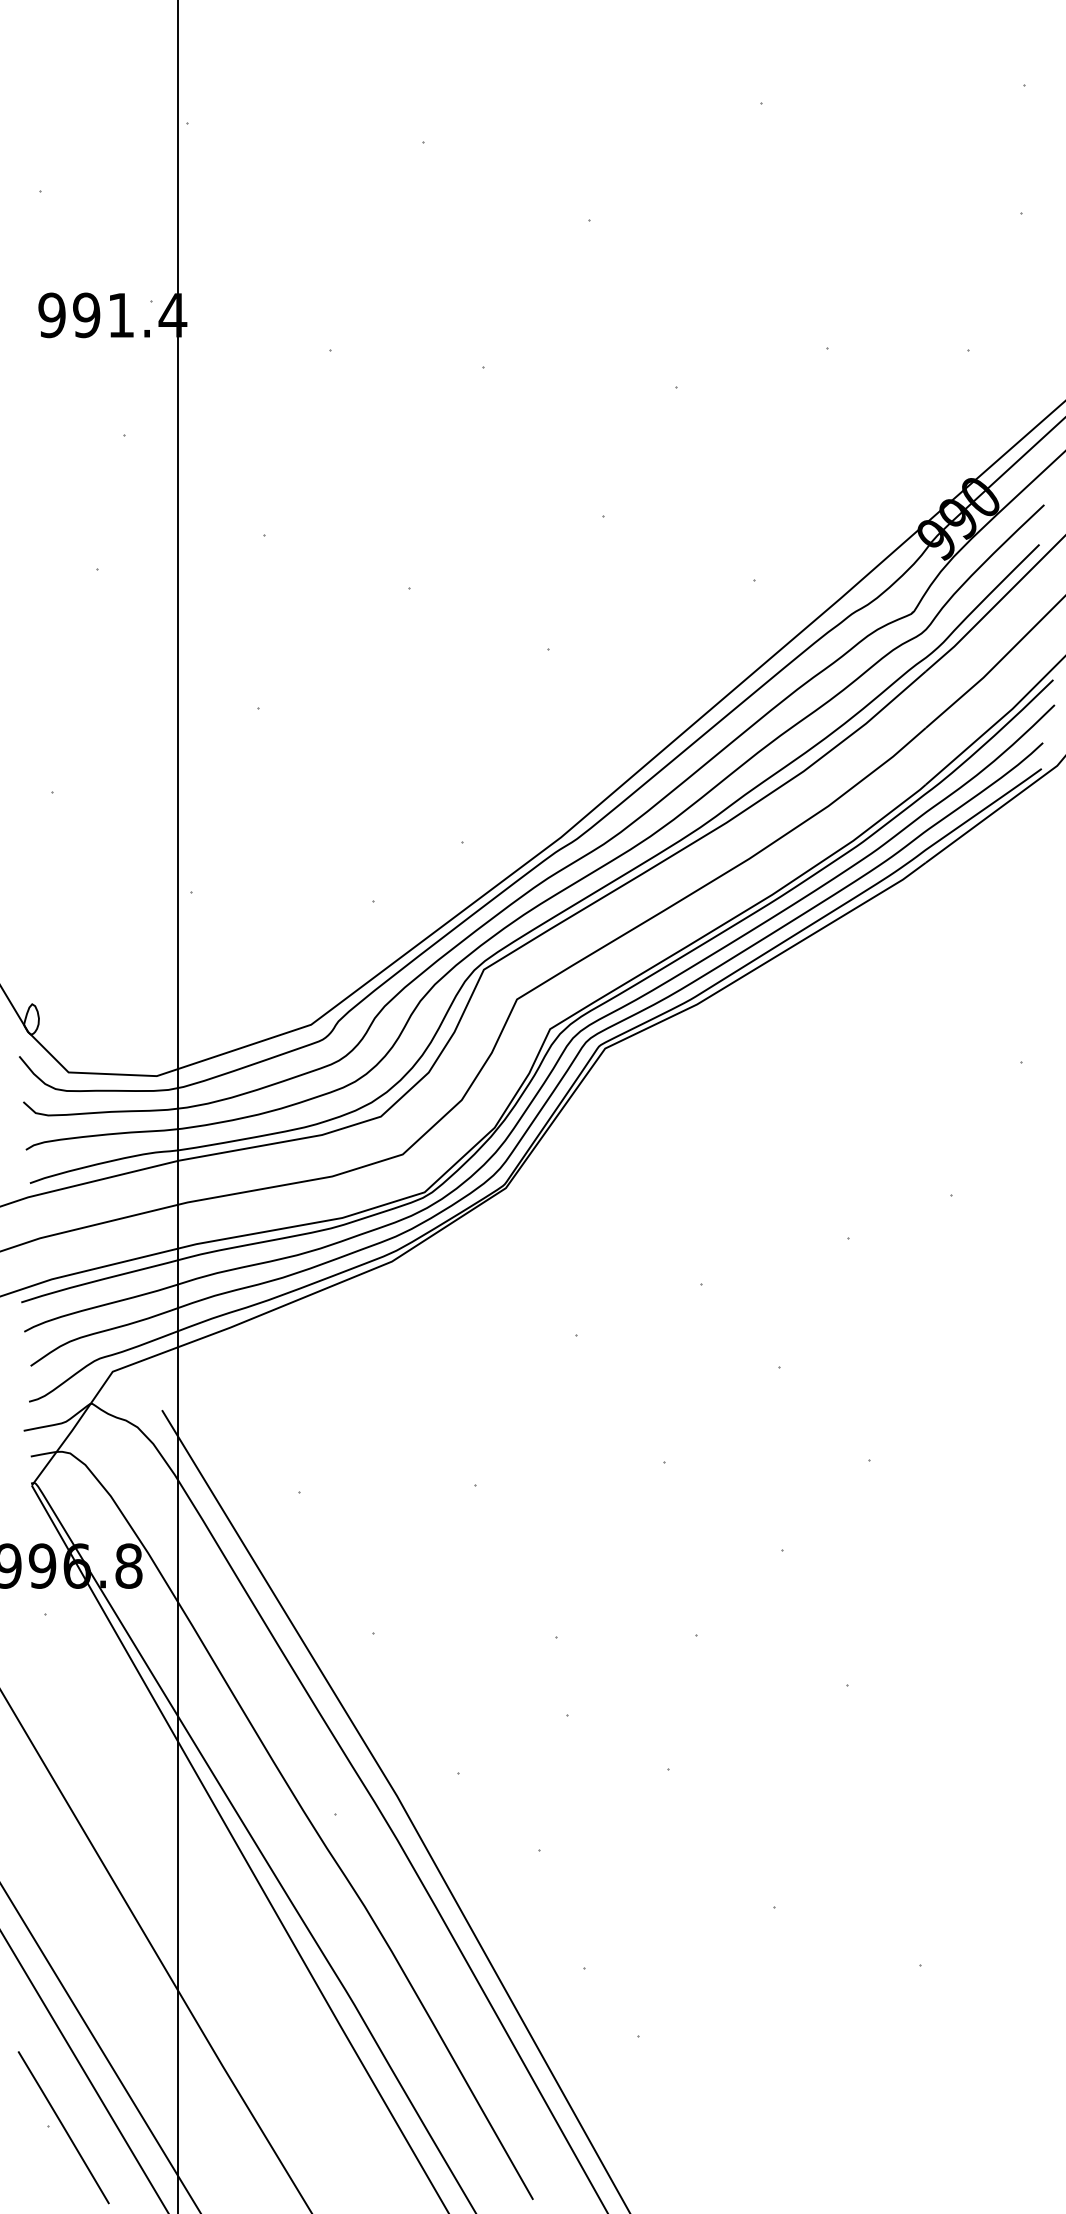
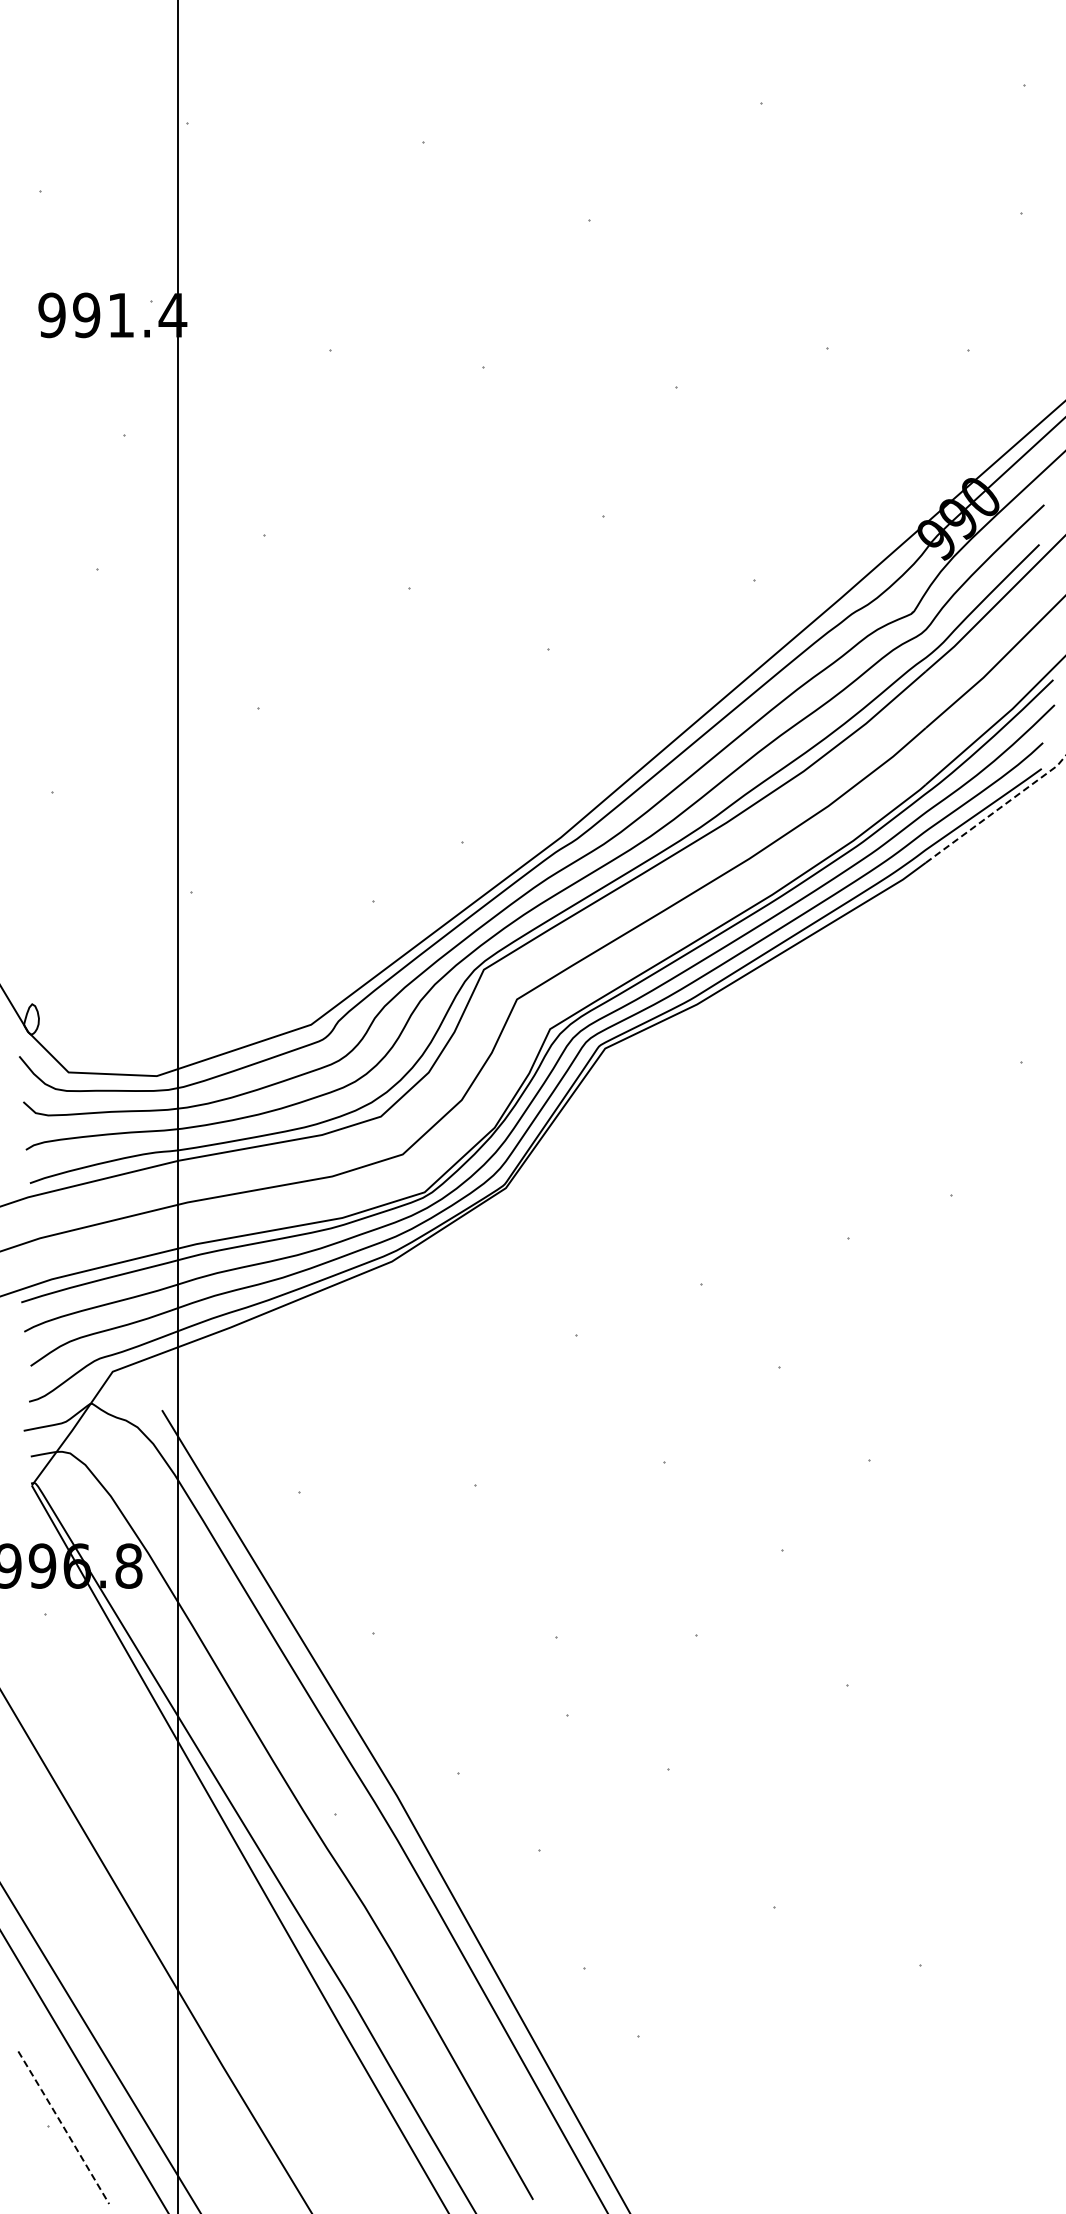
line at (997, 810): solid -> dashed
line at (63, 2126): solid -> dashed
